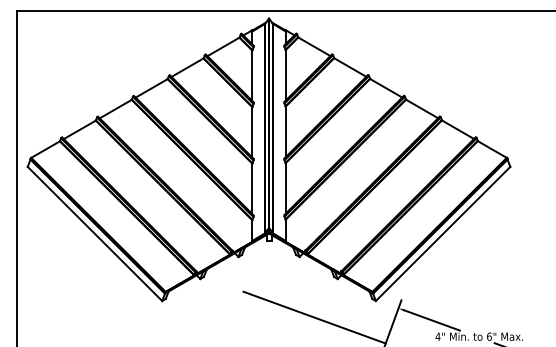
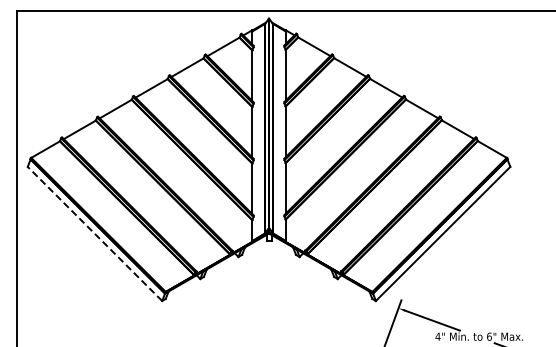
line at (94, 233): solid -> dashed
line at (314, 317): present -> none
